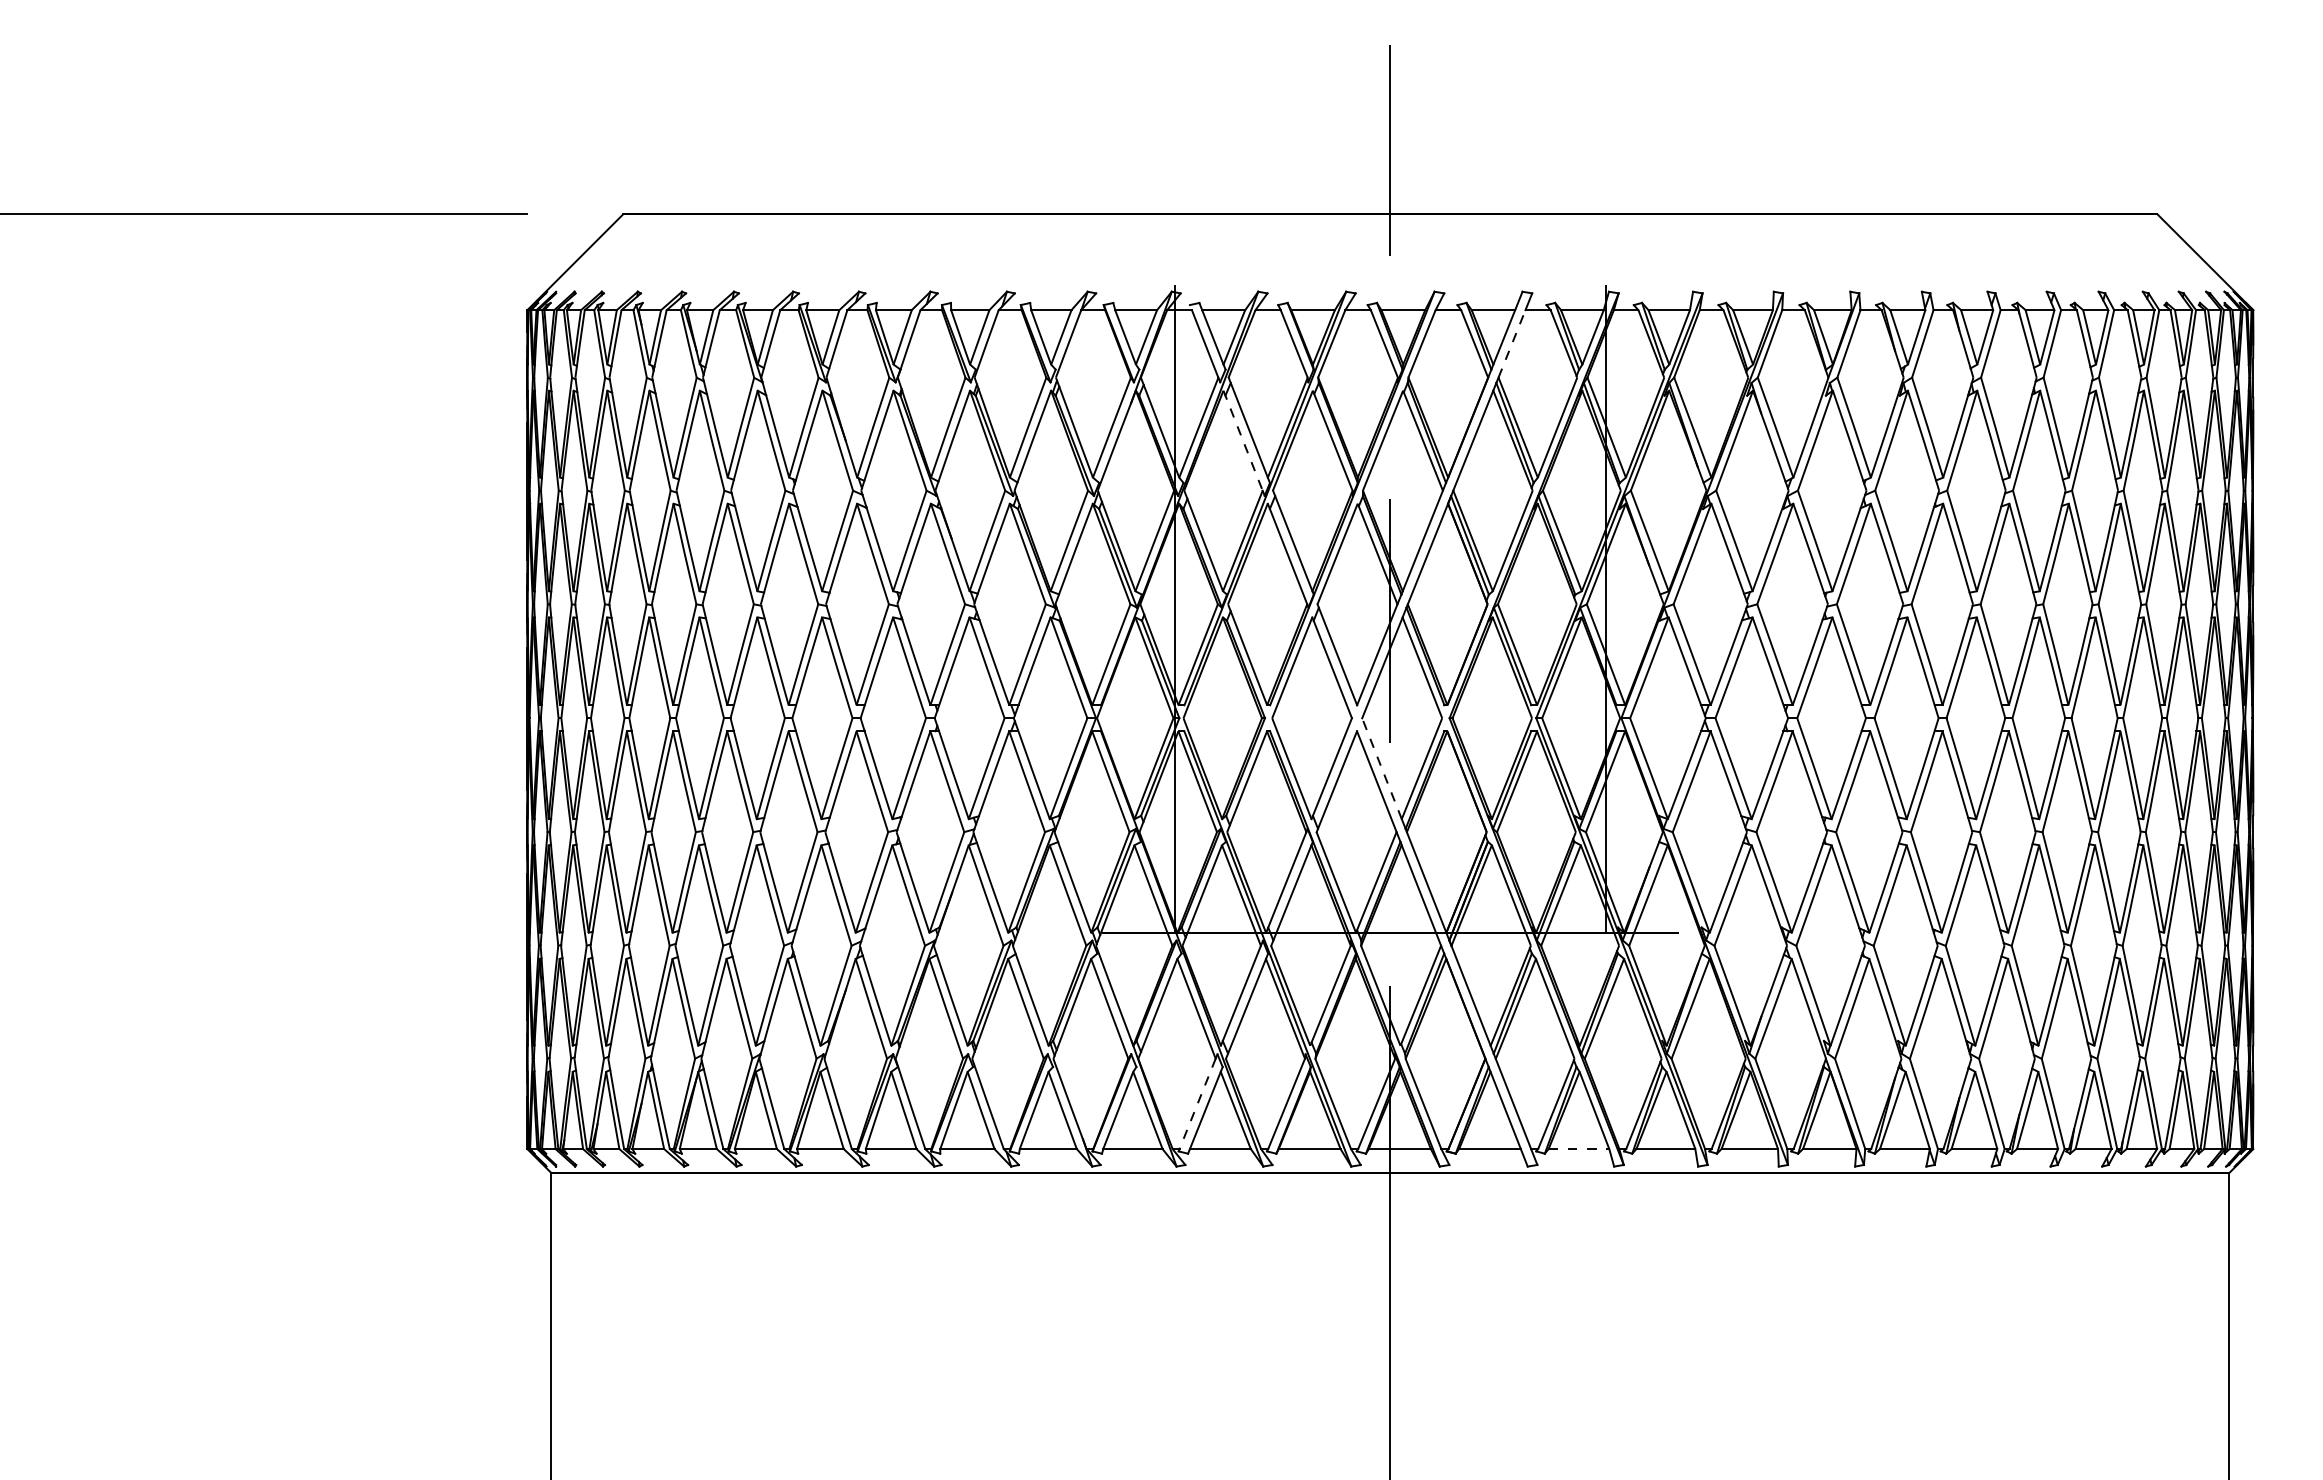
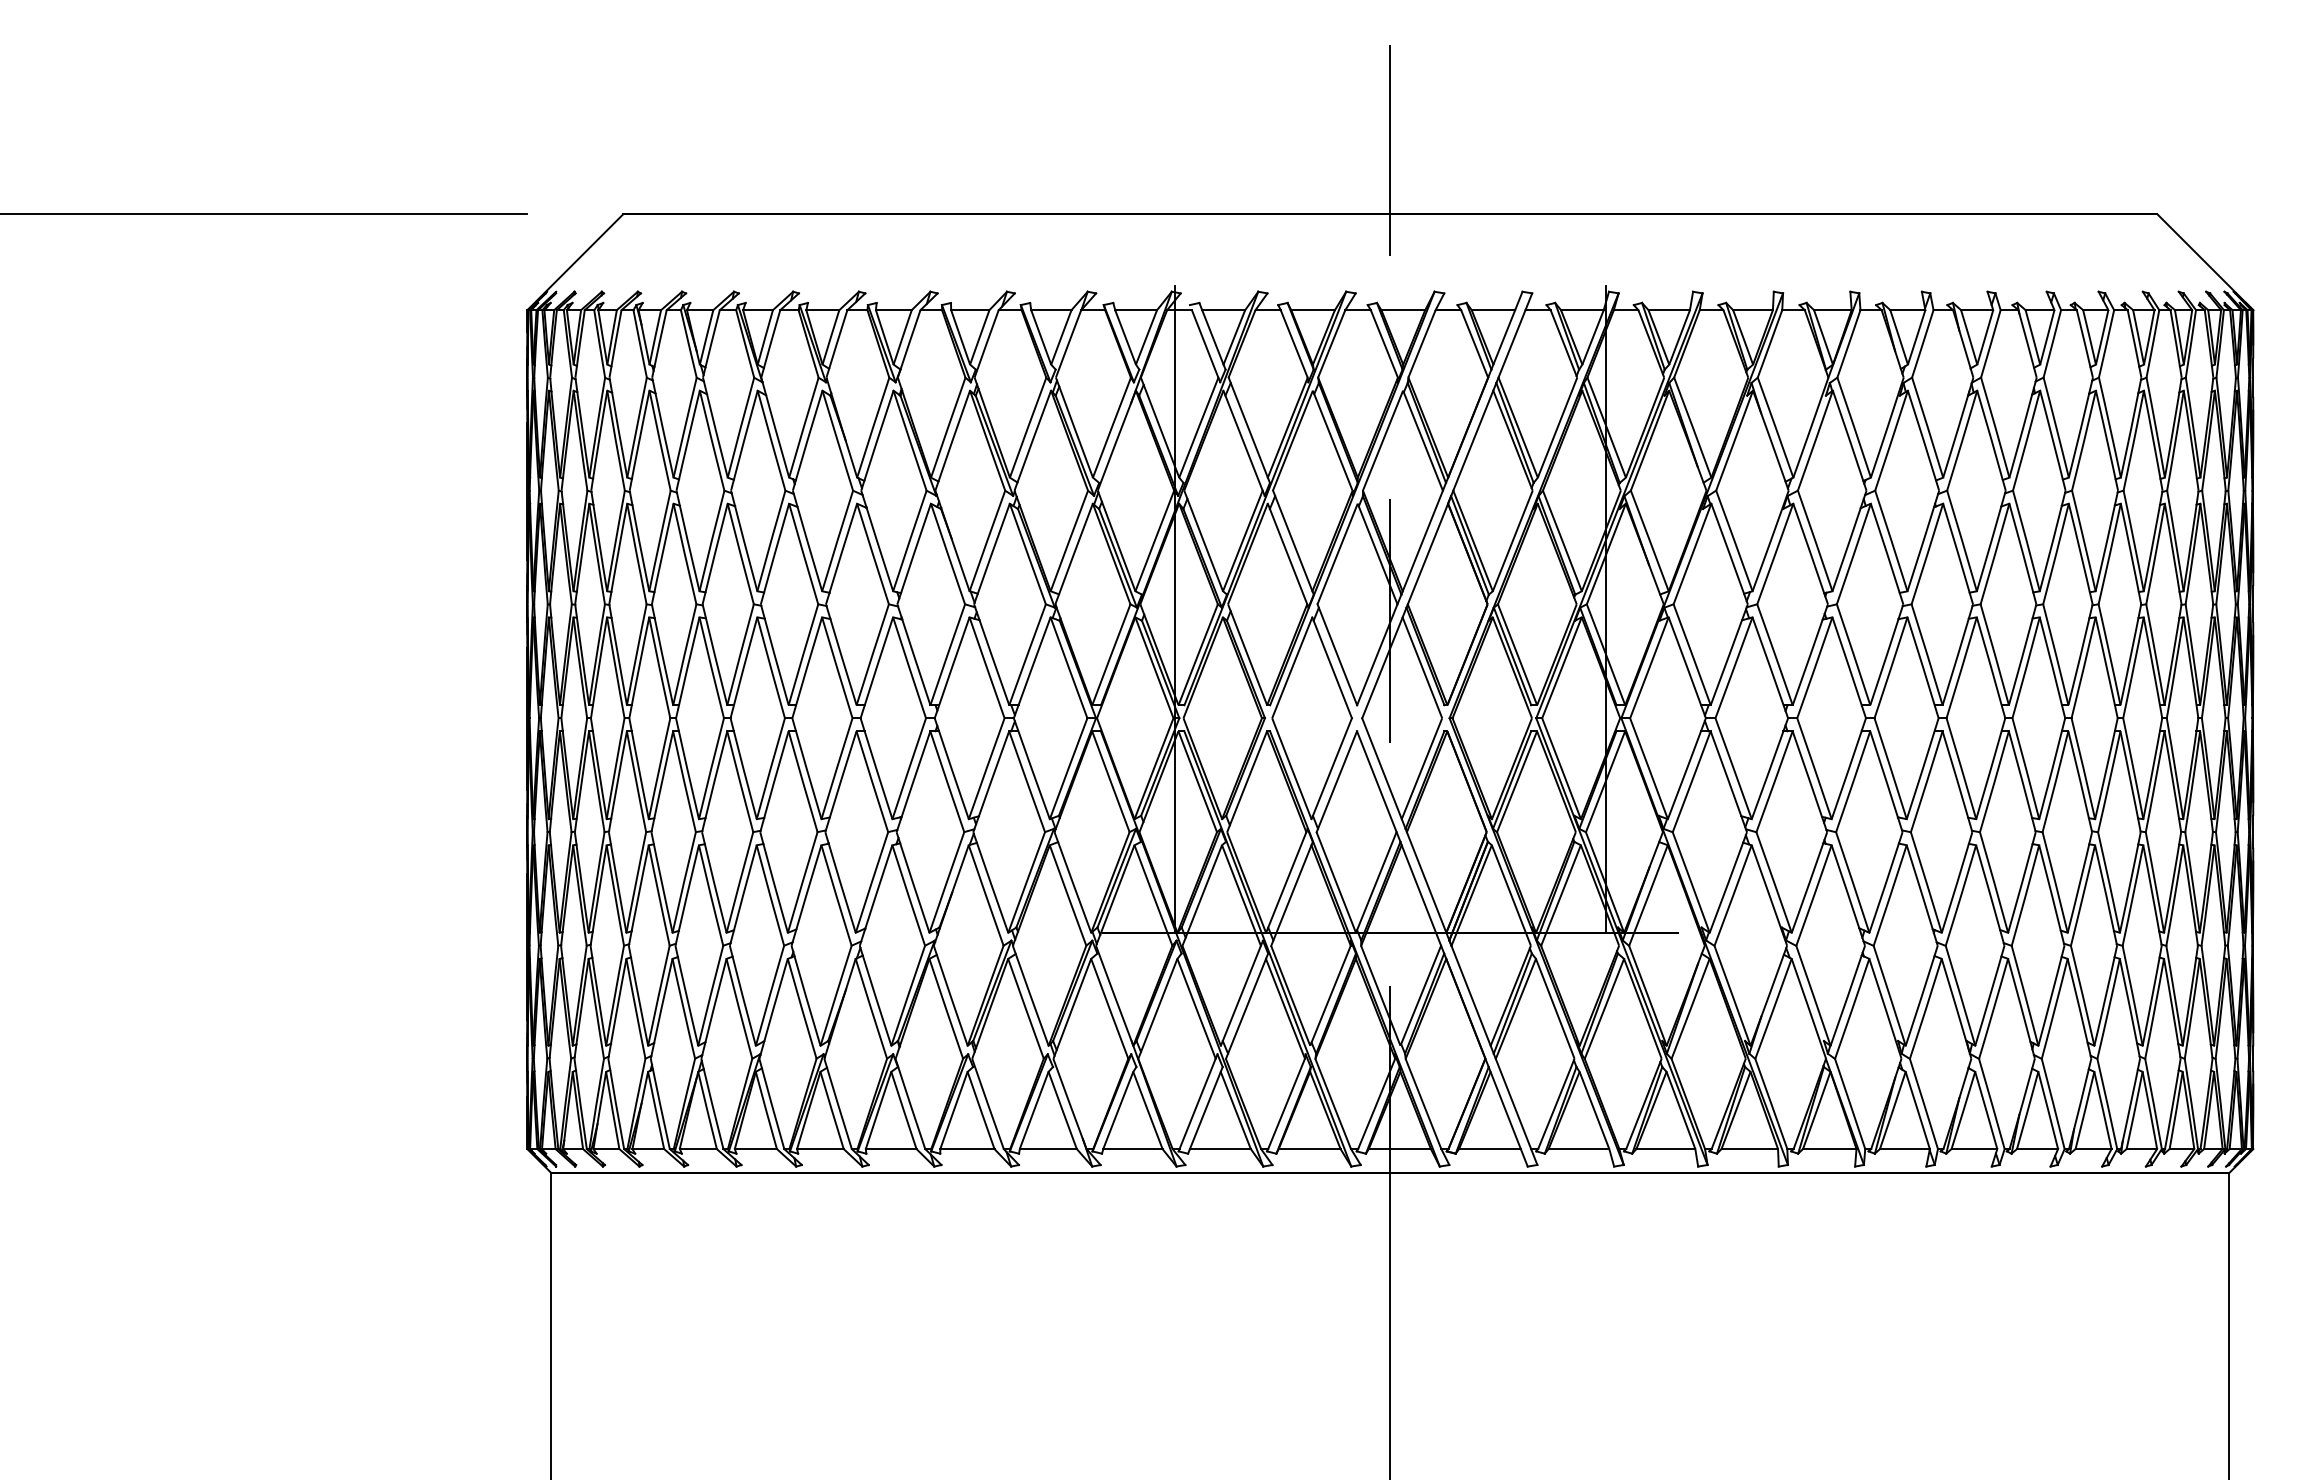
line at (1512, 343): dashed -> solid
line at (1243, 440): dashed -> solid
line at (1381, 768): dashed -> solid
line at (1197, 1103): dashed -> solid
line at (1579, 1149): dashed -> solid
